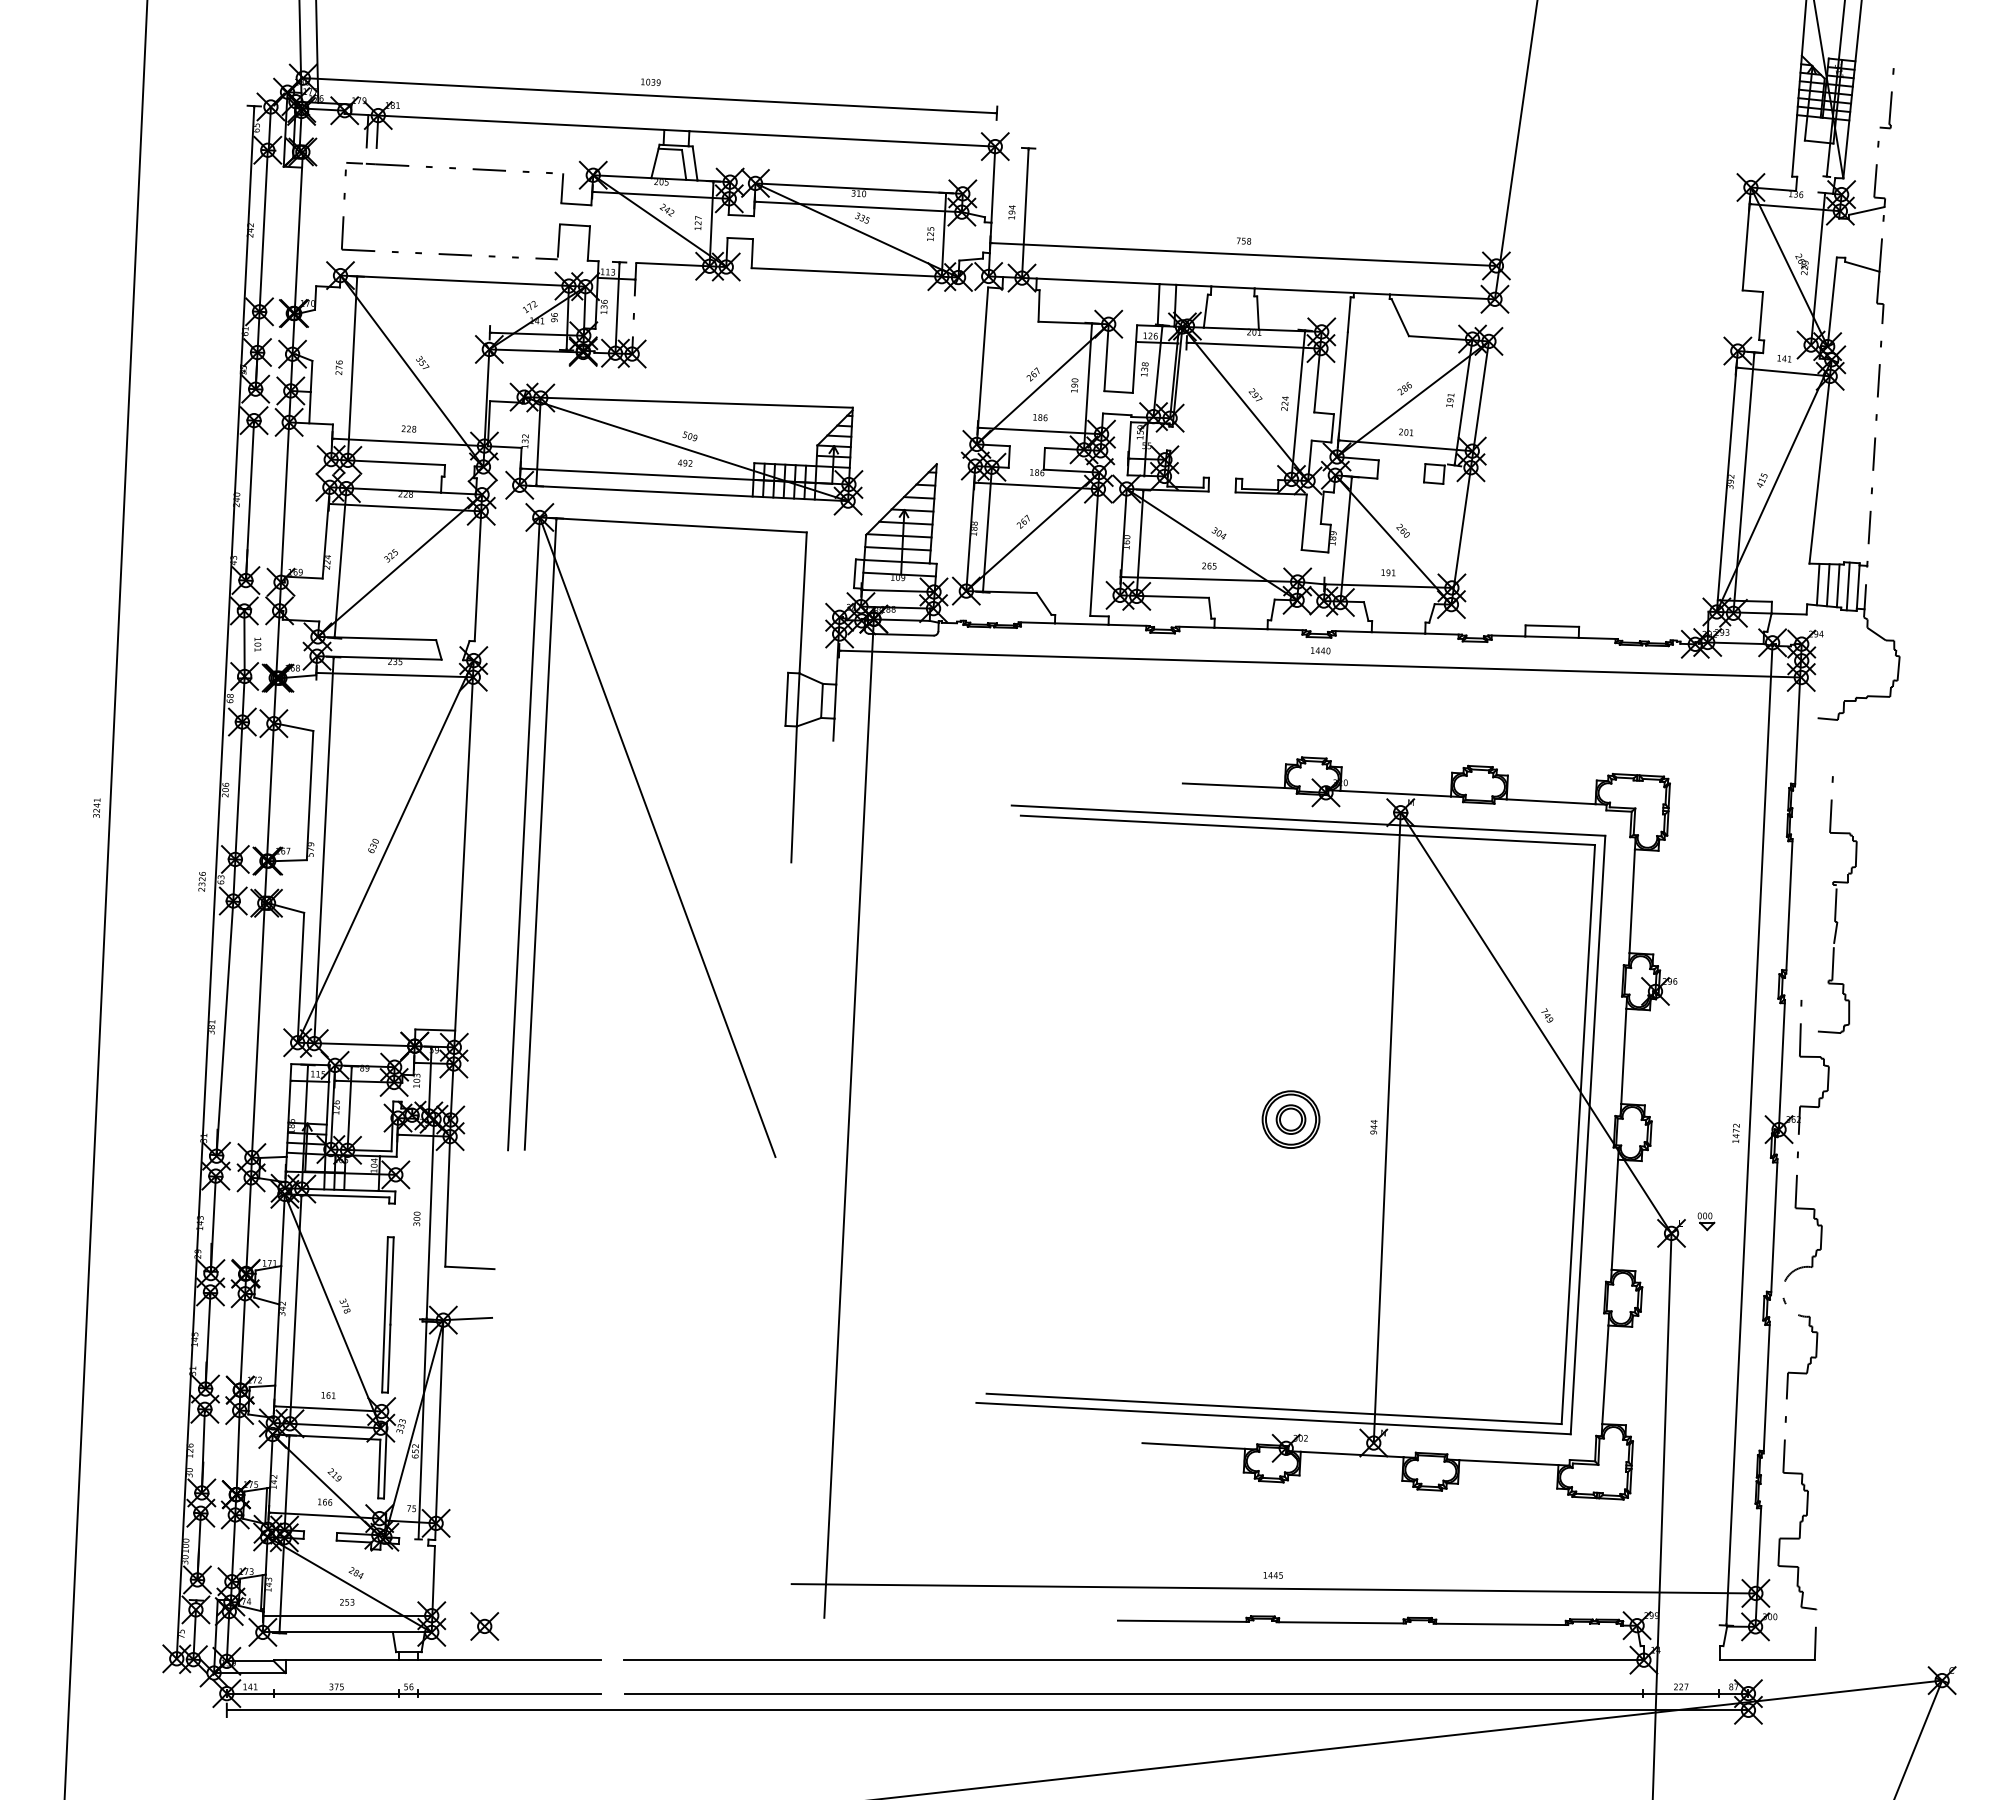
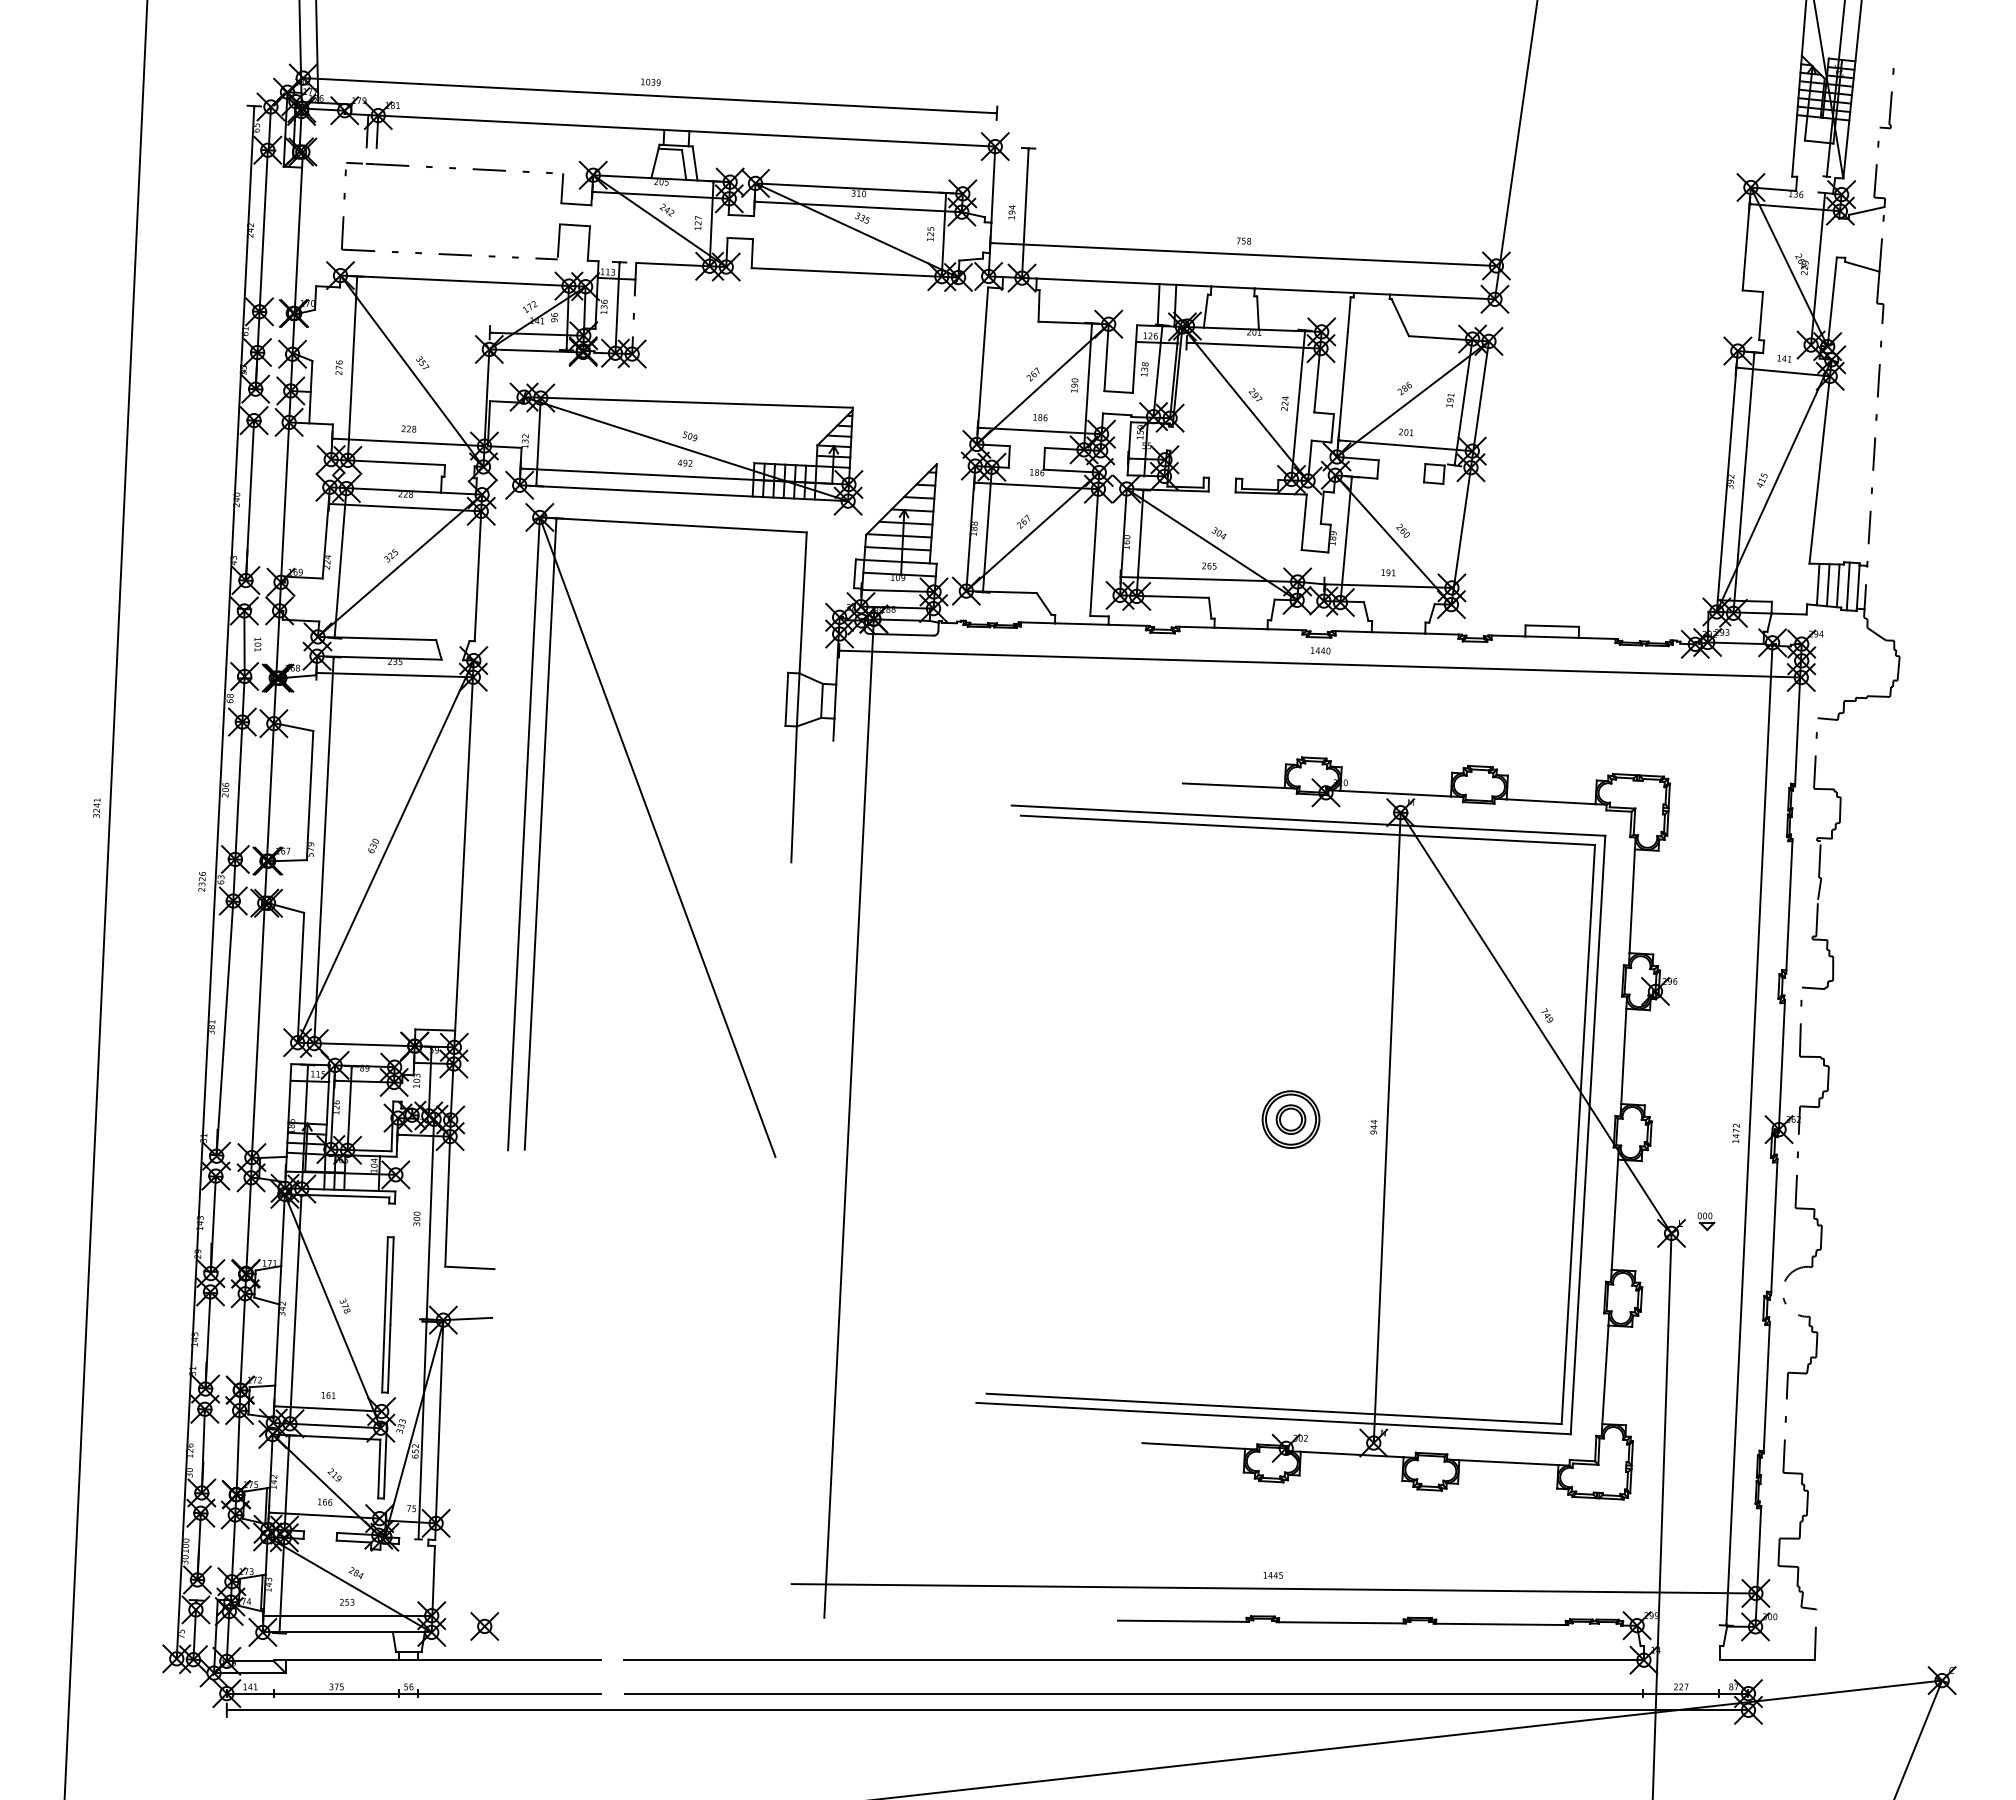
part at (1837, 904) position: (1837, 904) -> (1821, 860)
